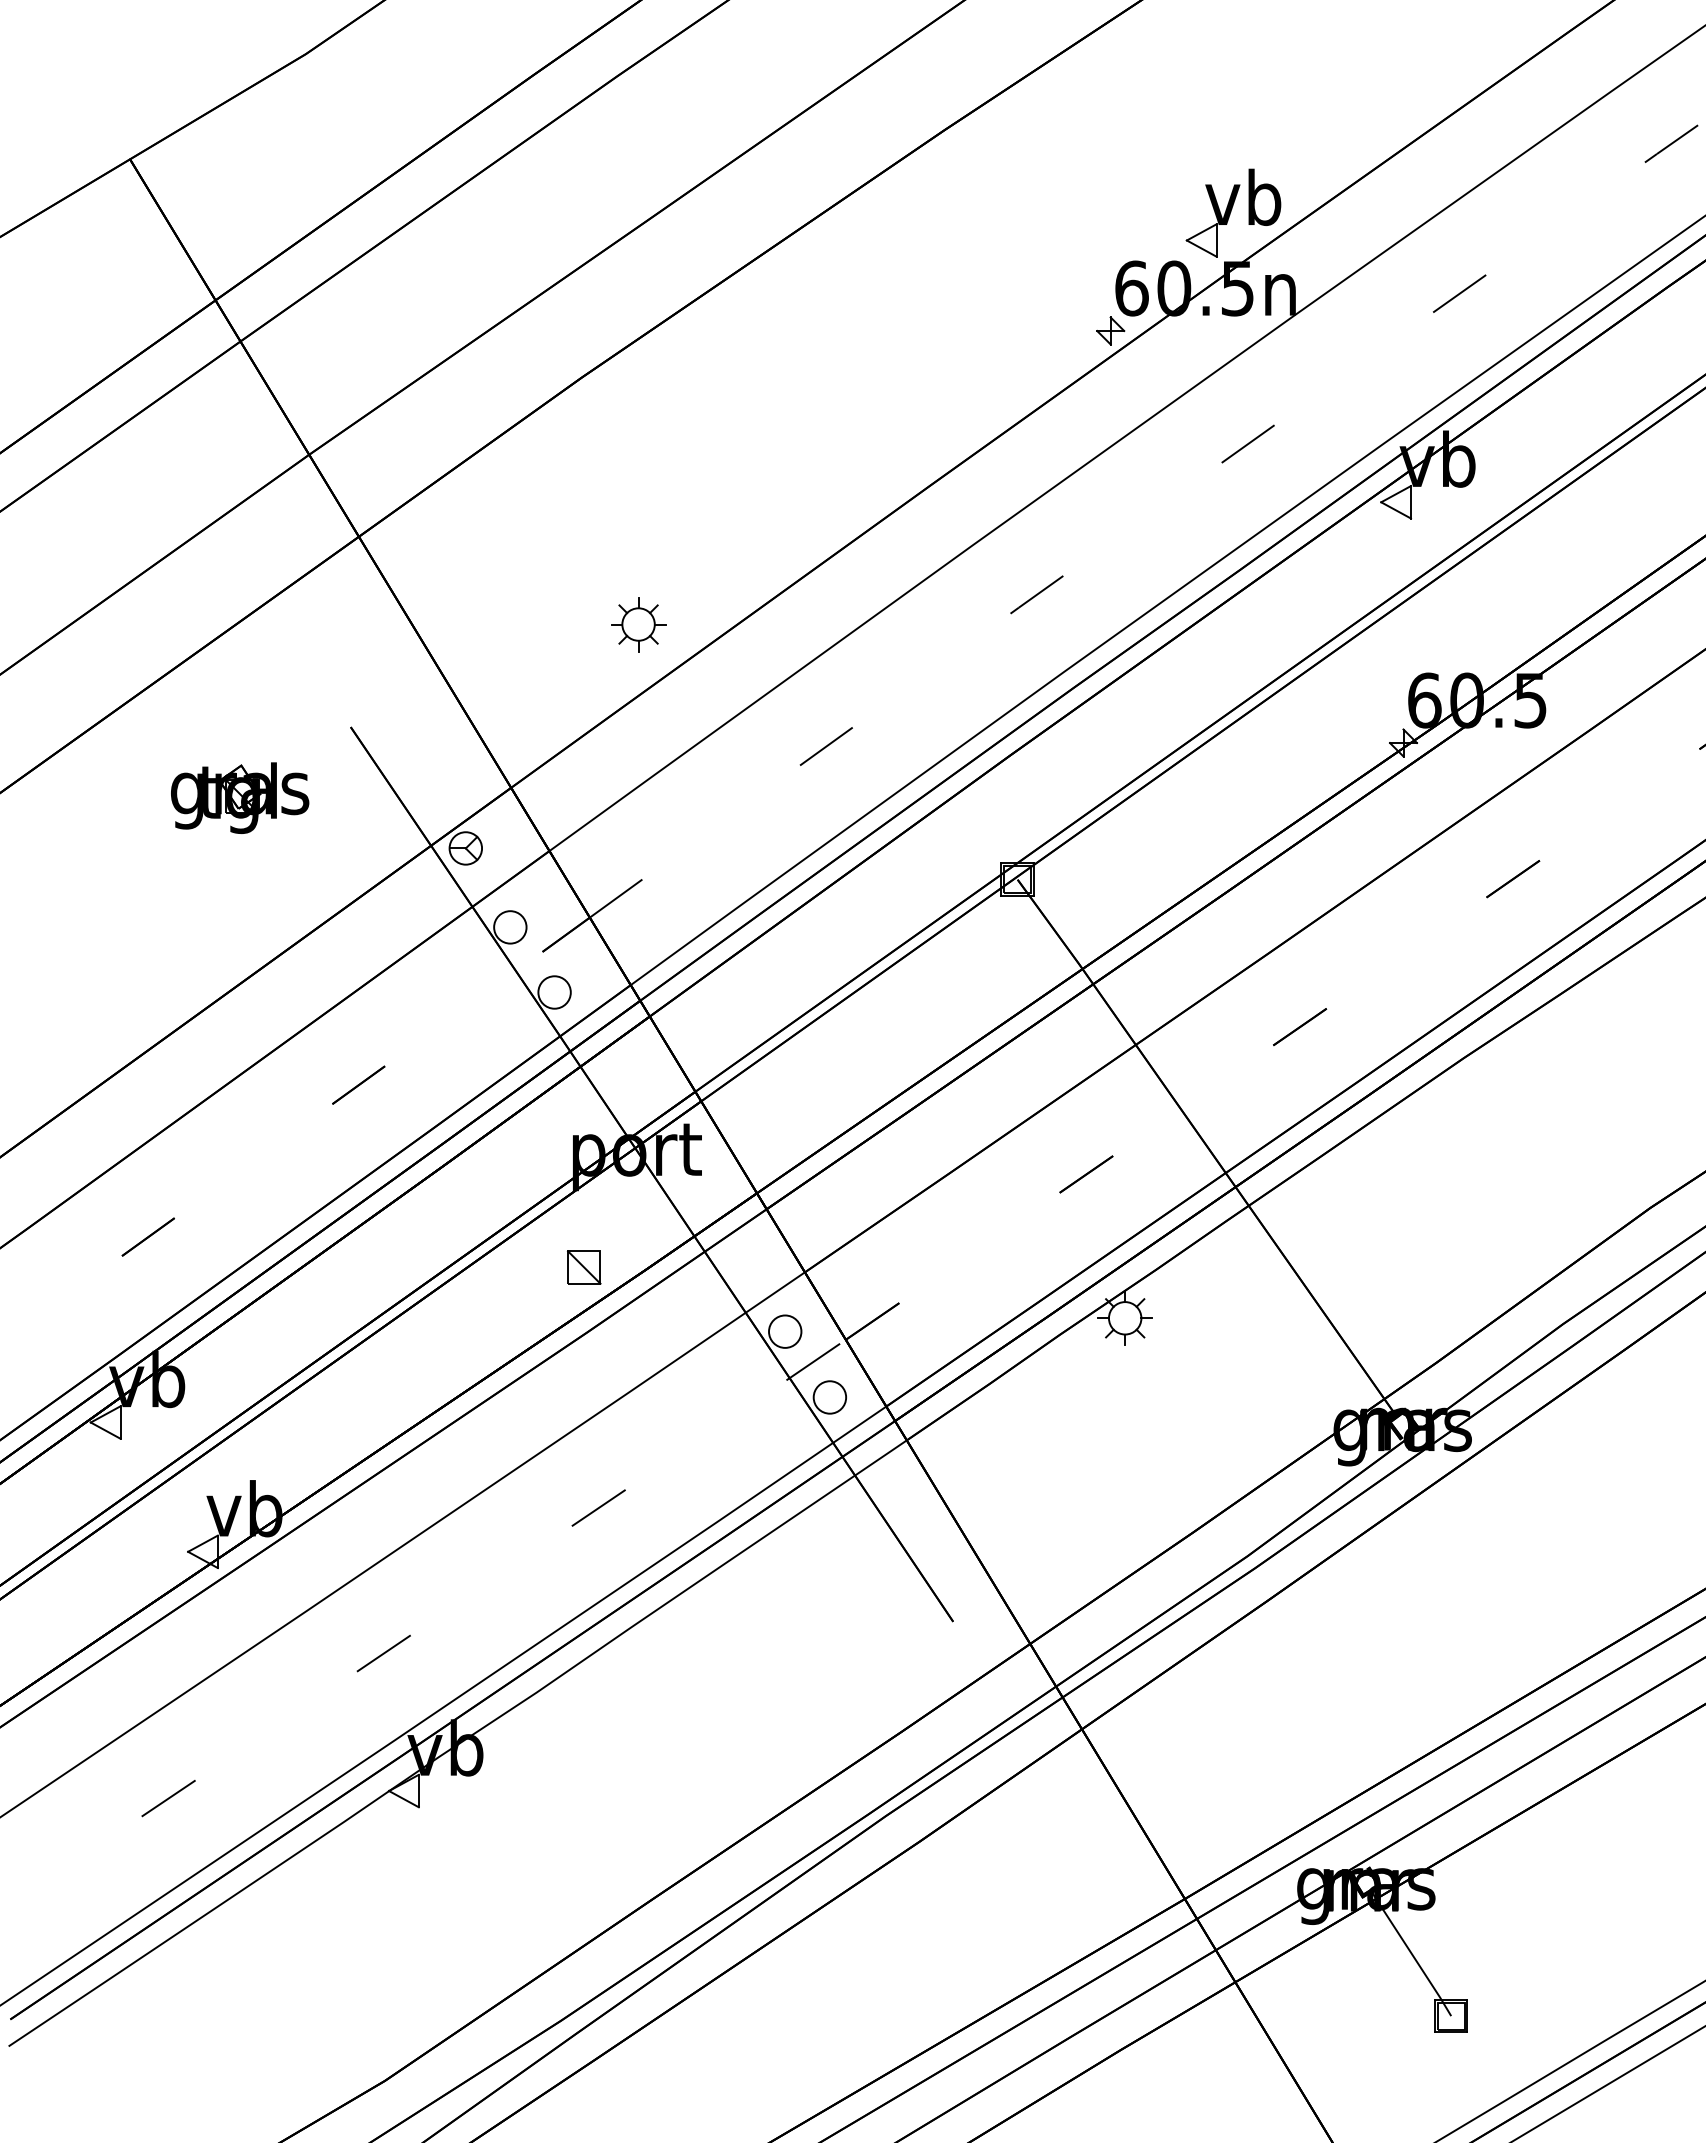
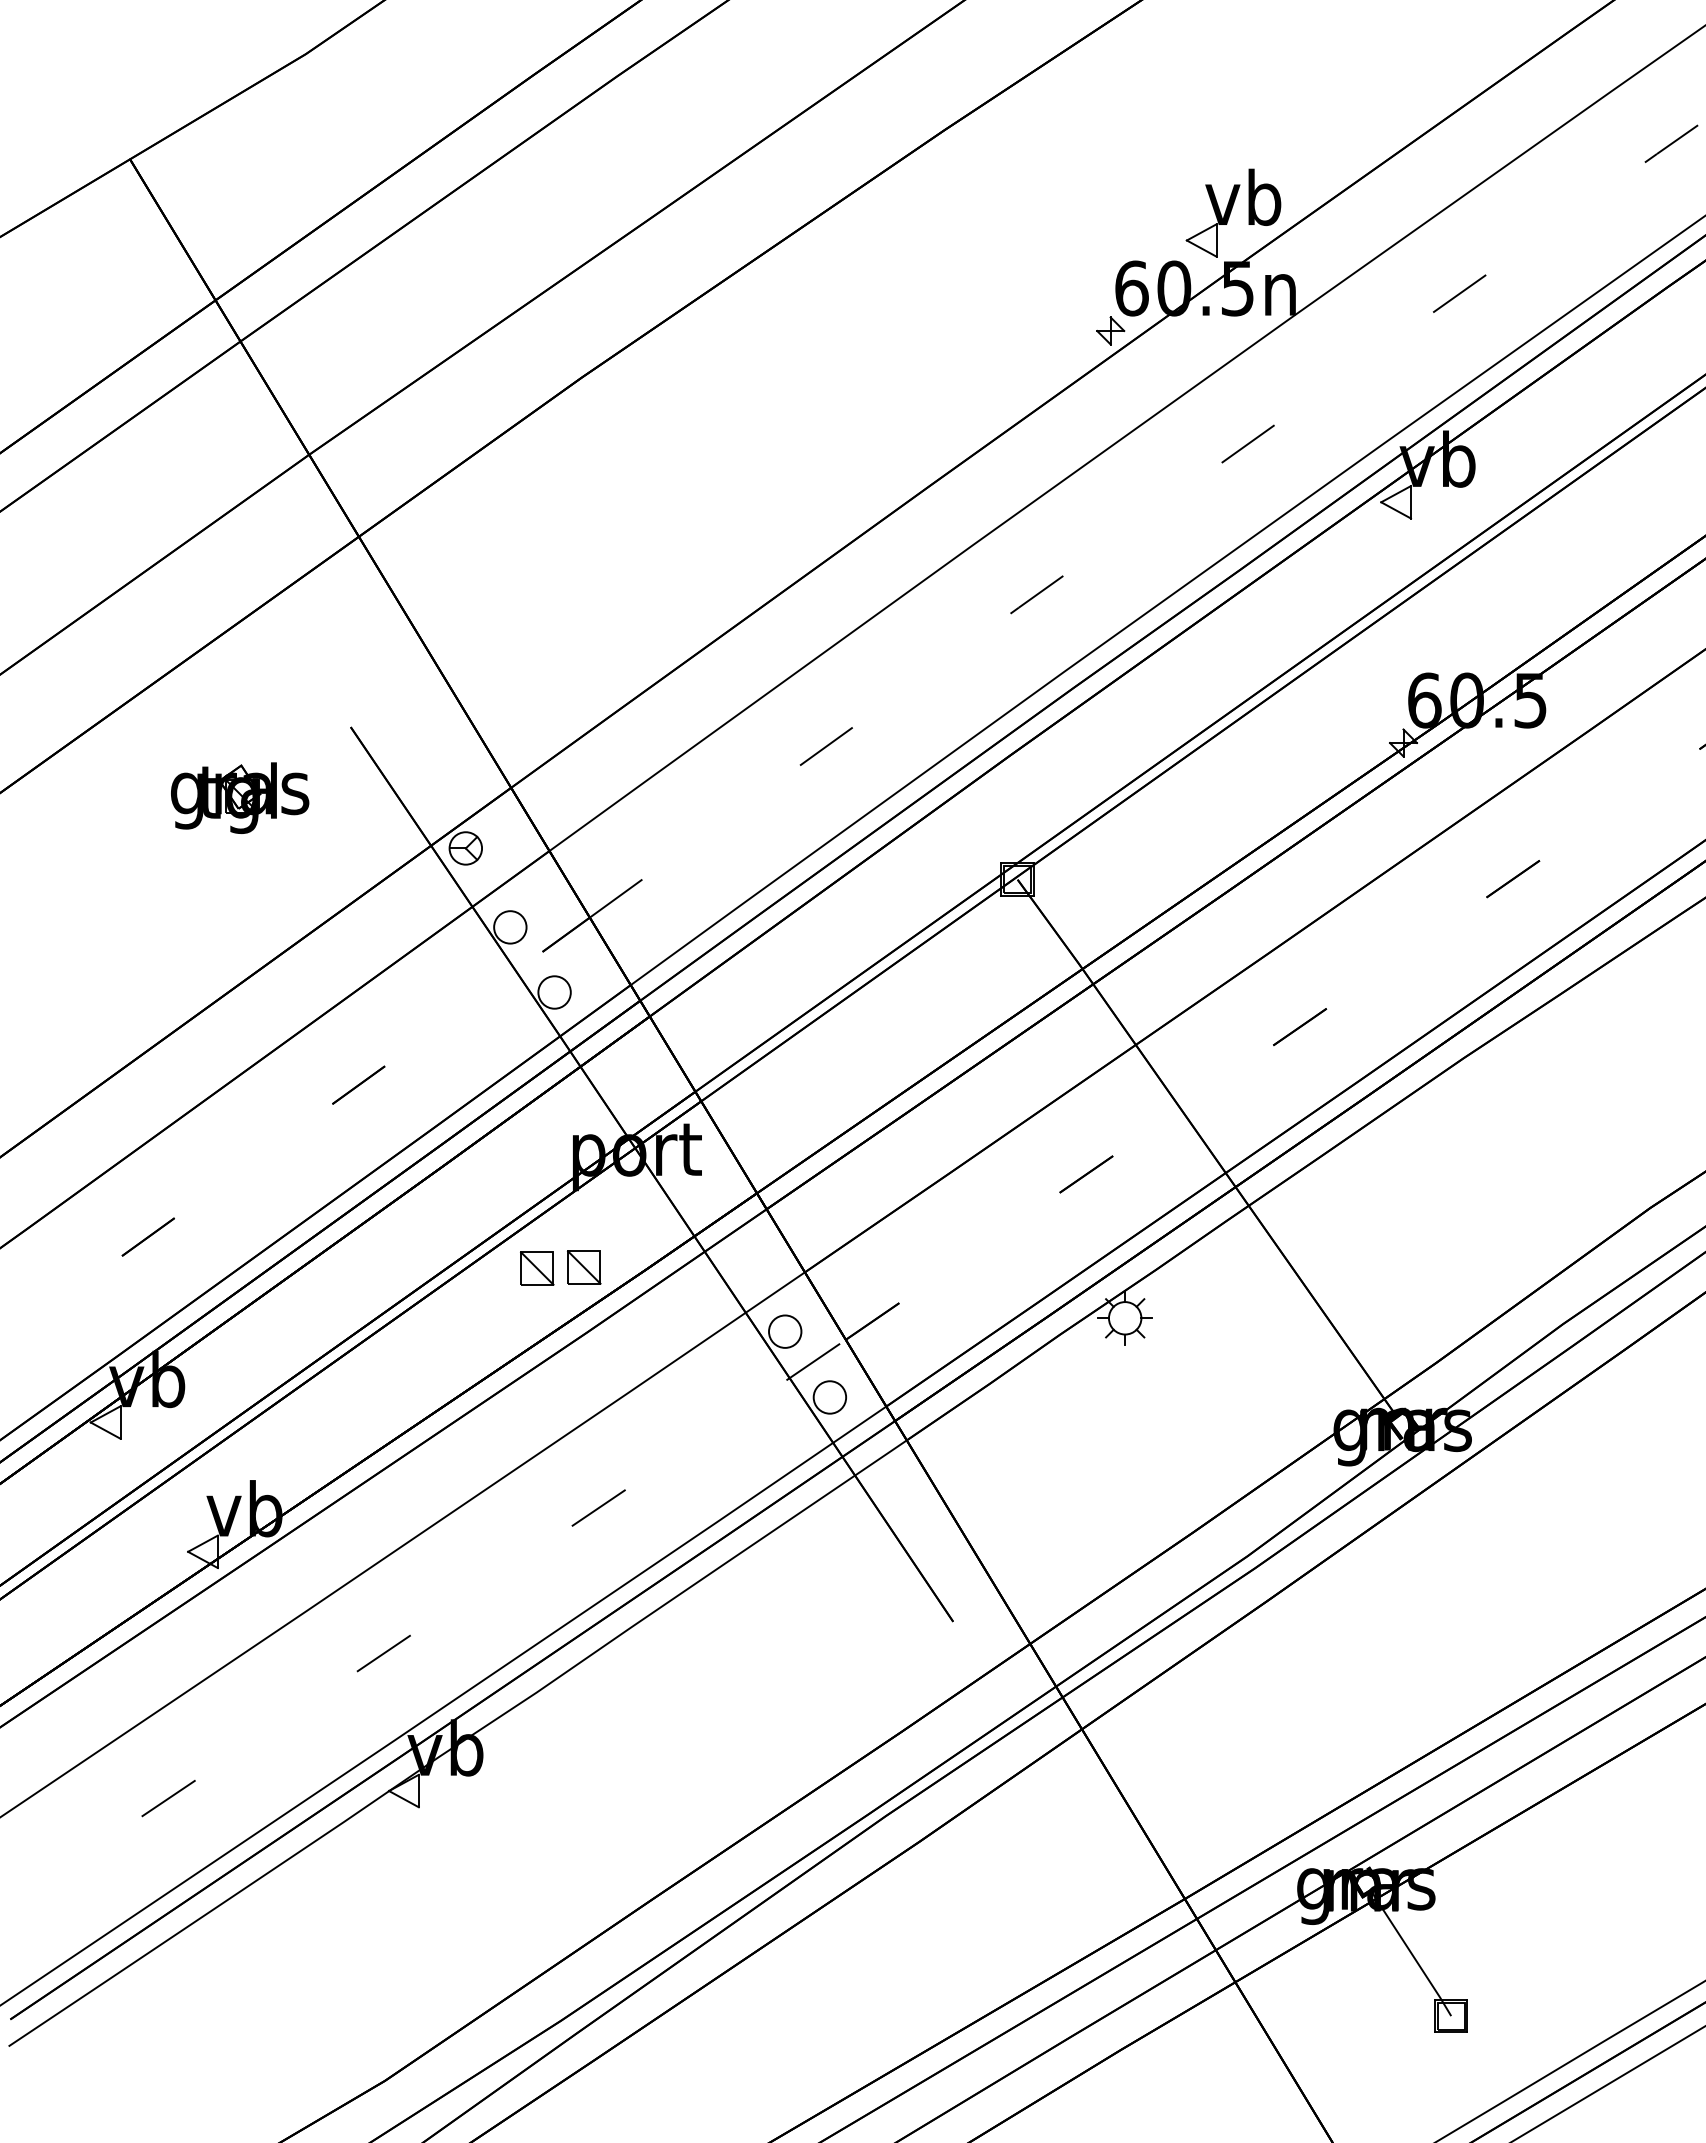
part at (638, 624): present -> none
part at (537, 1268): none -> present
